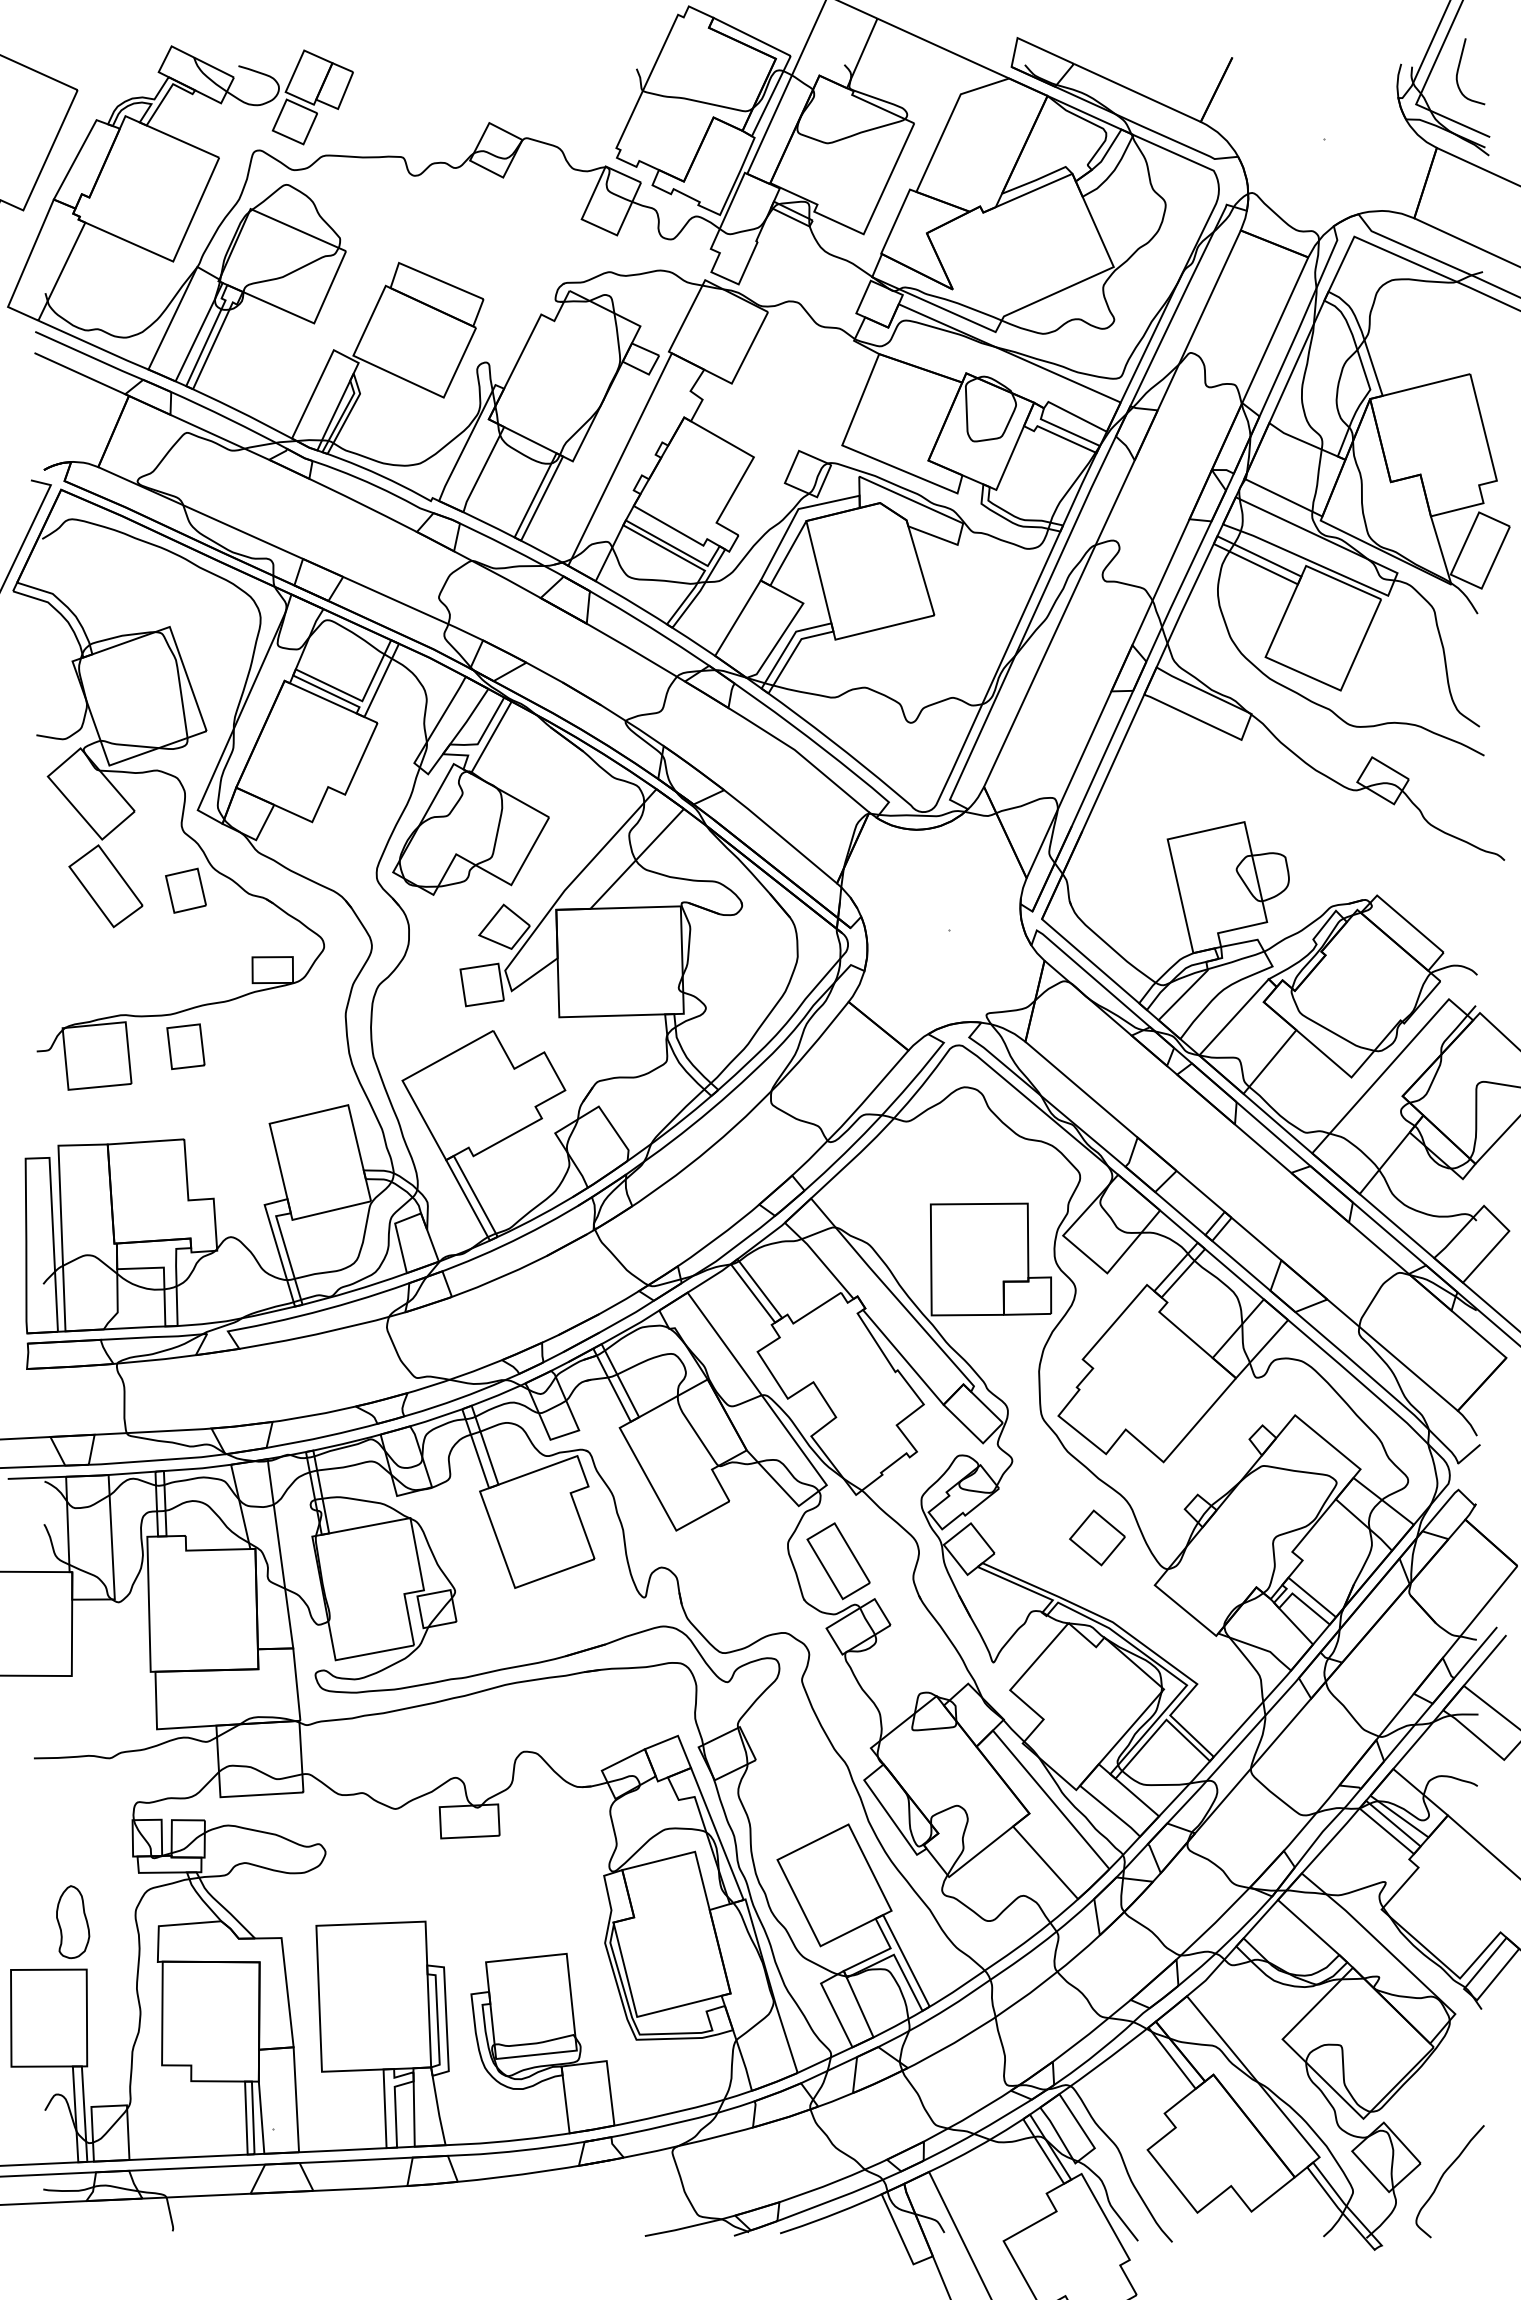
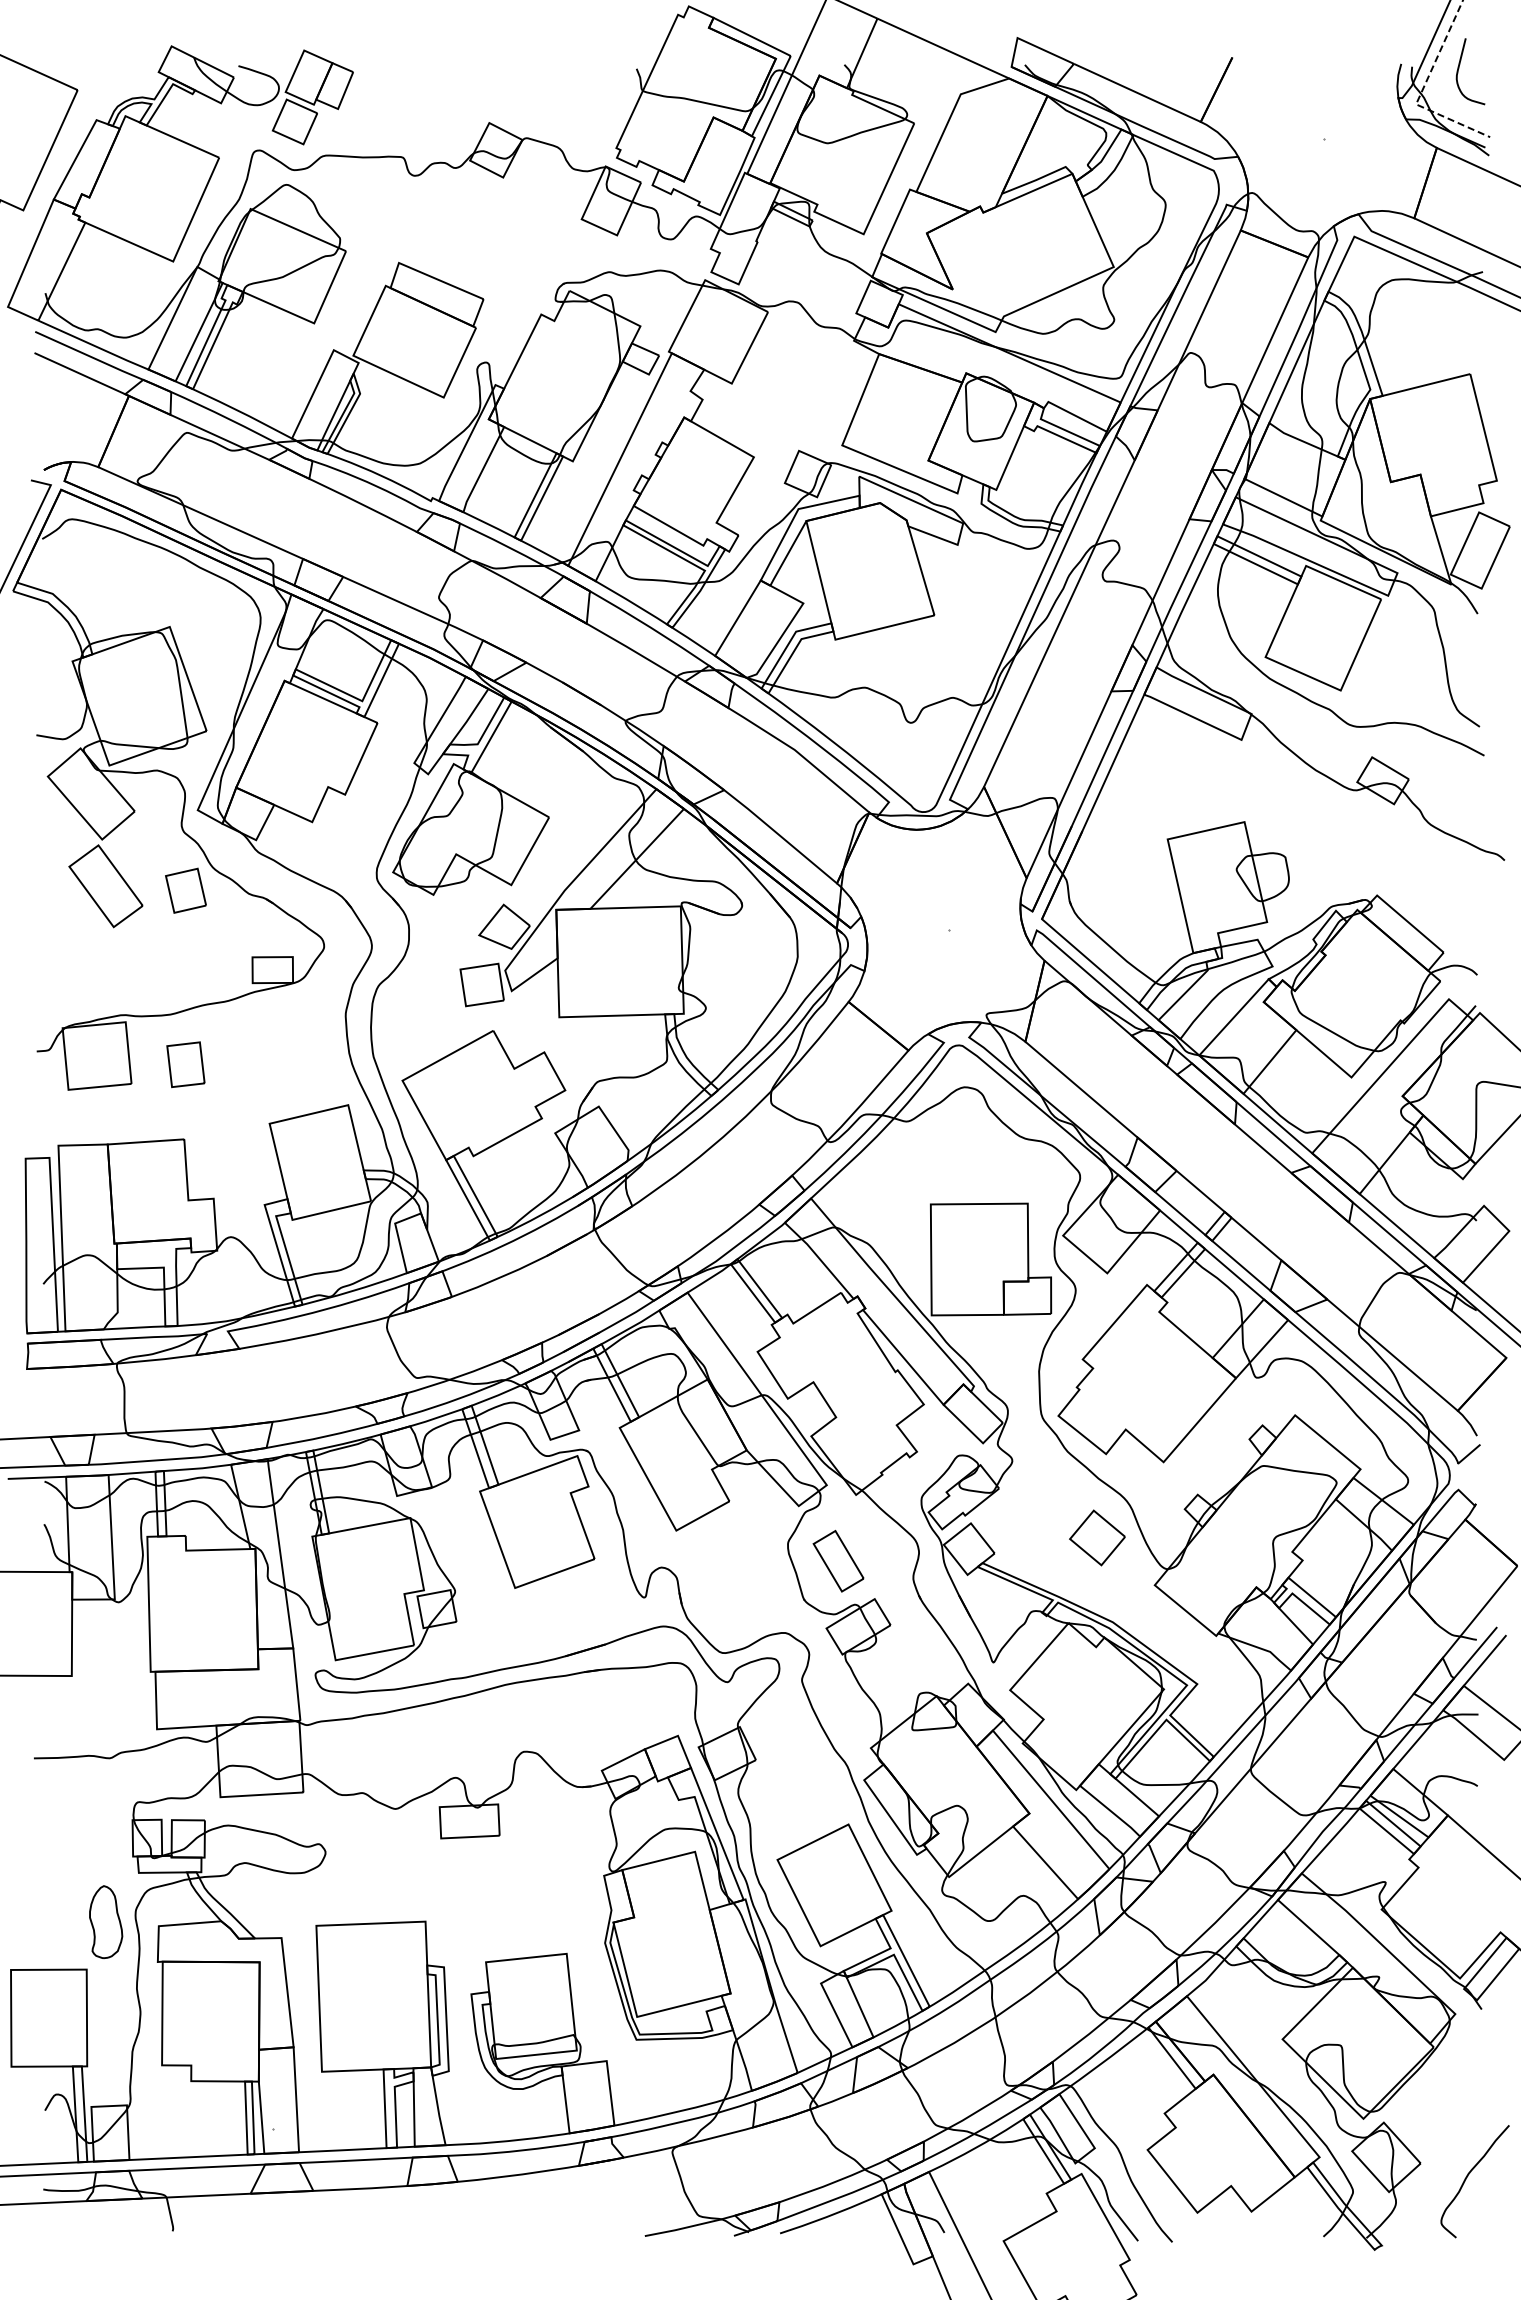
line at (1422, 89): solid -> dashed
part at (185, 1046) position: (185, 1046) -> (185, 1064)
part at (838, 1561) size: 65x79 px -> 53x64 px
part at (73, 1922) position: (73, 1922) -> (106, 1922)
curve at (1443, 2176) position: (1443, 2176) -> (1468, 2176)
